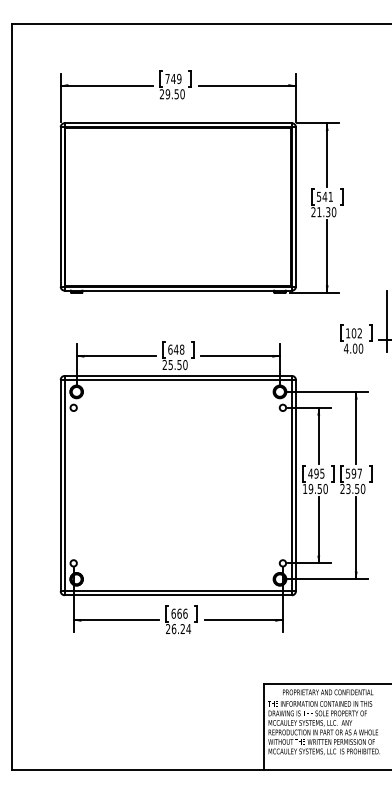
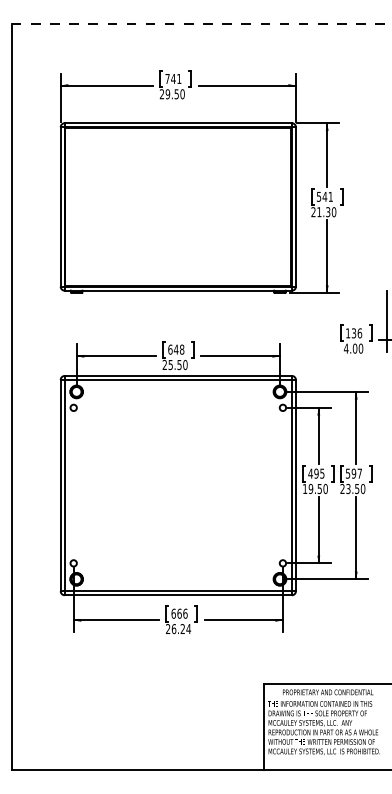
line at (201, 23): solid -> dashed
text at (179, 78): 749 -> 741
text at (356, 333): 102 -> 136
